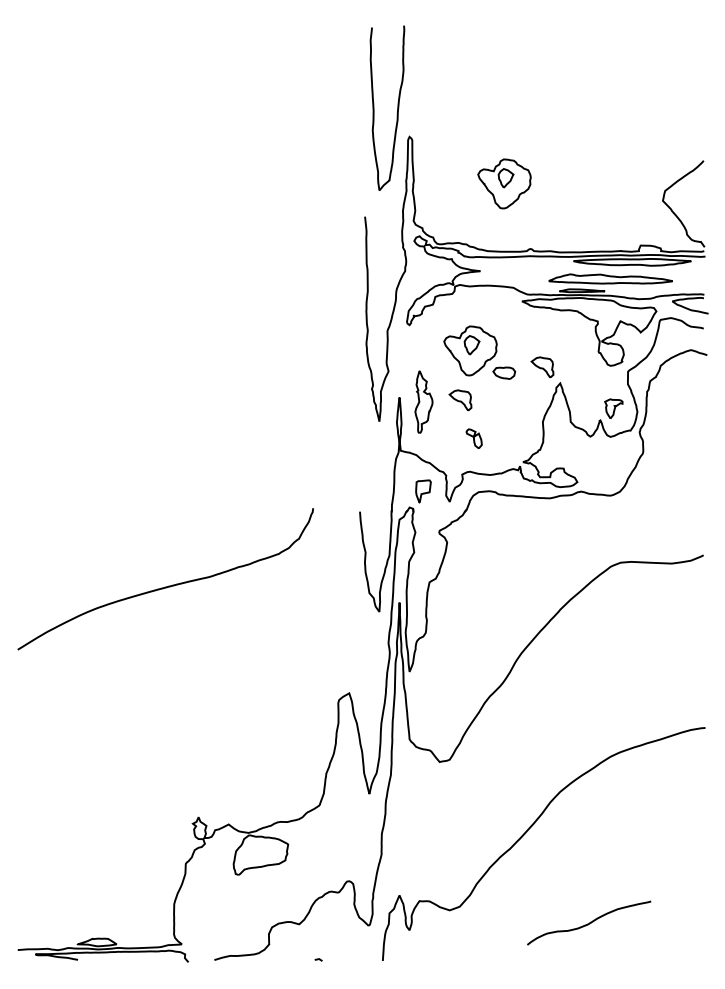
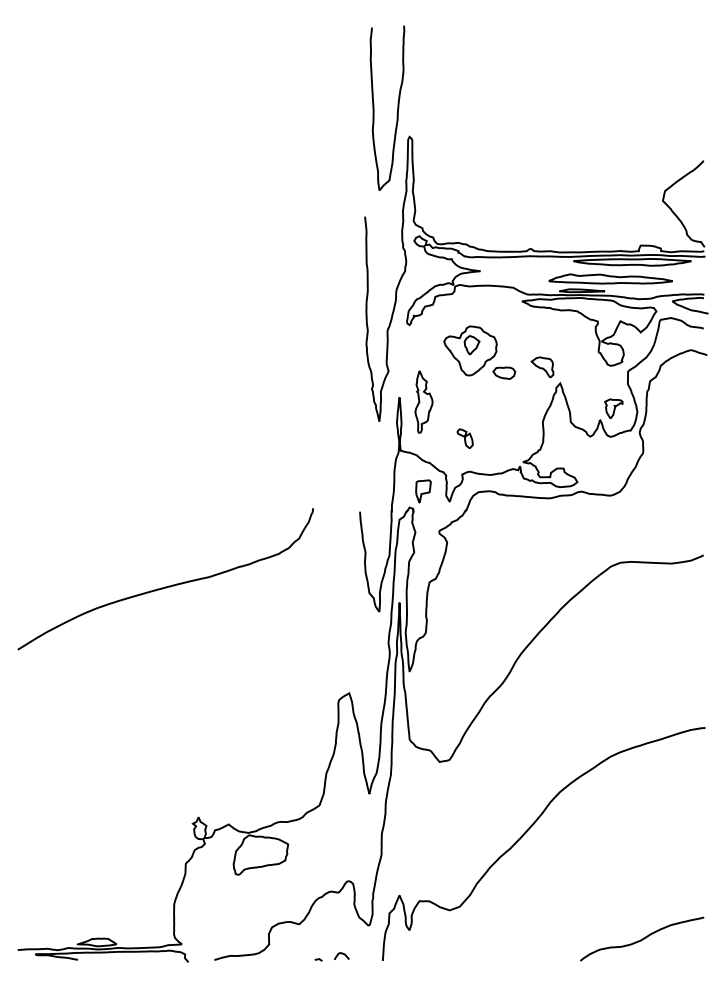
part at (504, 183): present -> none
part at (460, 400): present -> none
part at (473, 438) position: (473, 438) -> (464, 438)
curve at (589, 922) position: (589, 922) -> (642, 938)
curve at (341, 954): none -> present
